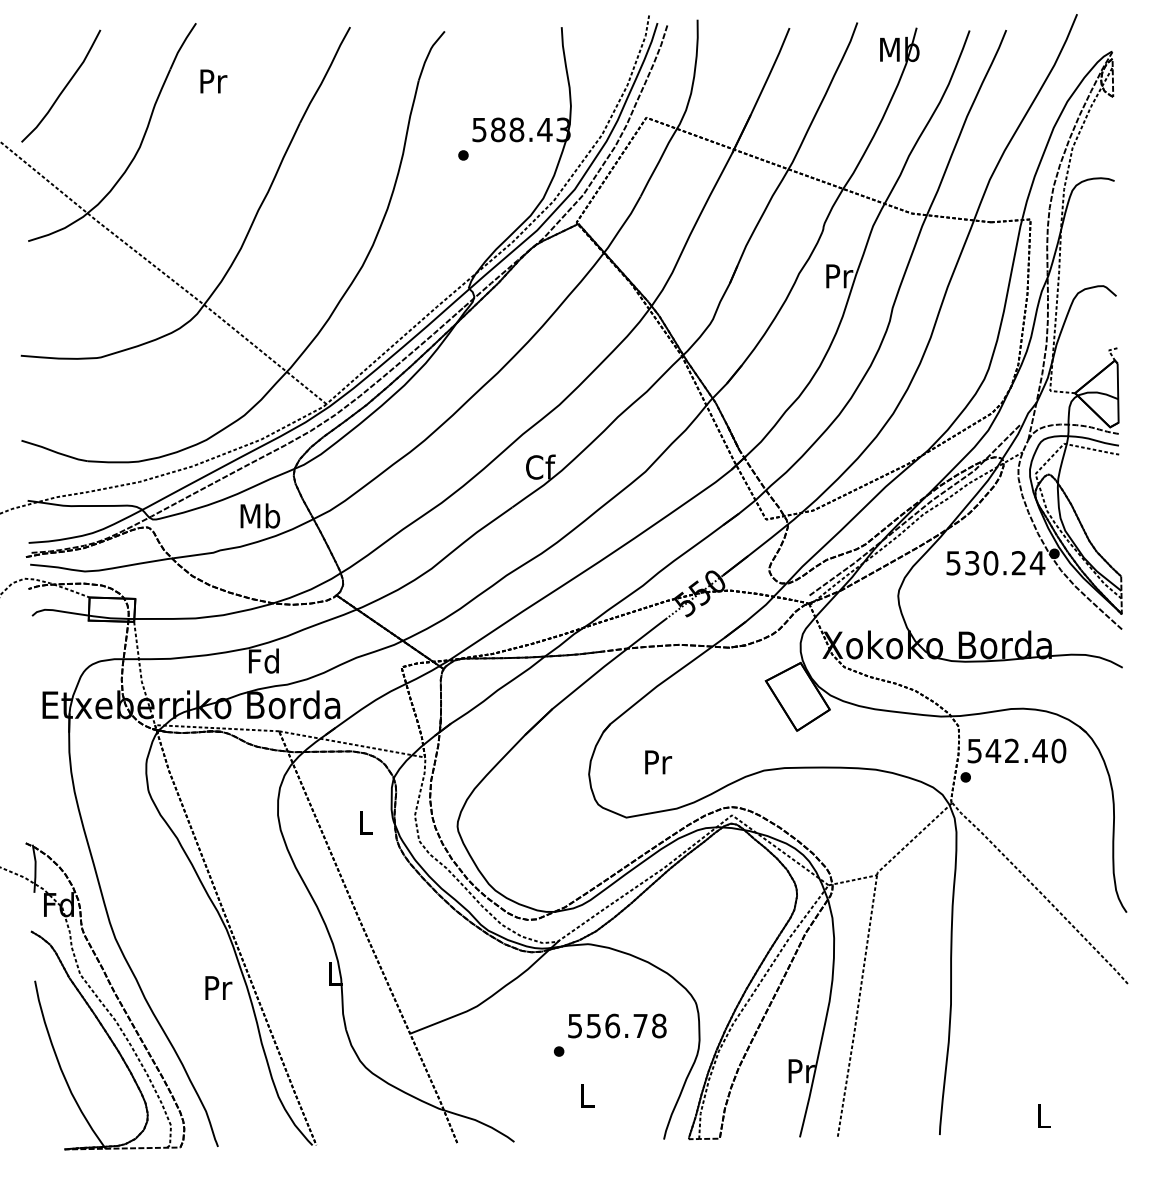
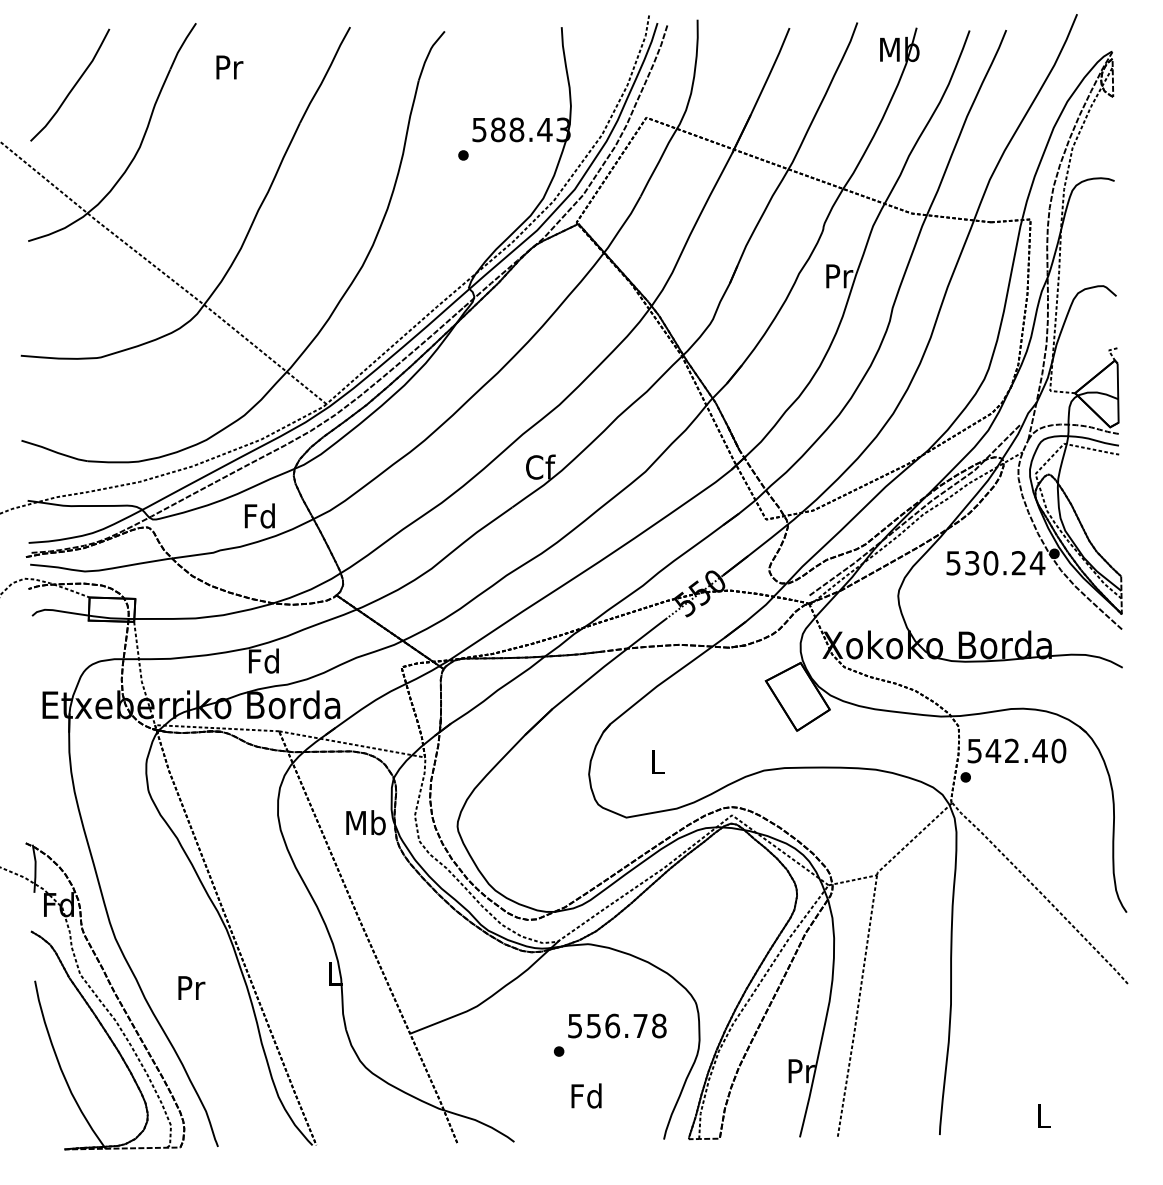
text at (213, 81) position: (213, 81) -> (229, 67)
curve at (64, 86) position: (64, 86) -> (73, 85)
text at (260, 515): Mb -> Fd
text at (658, 762): Pr -> L
text at (365, 822): L -> Mb
text at (218, 987) position: (218, 987) -> (191, 987)
text at (586, 1095): L -> Fd
